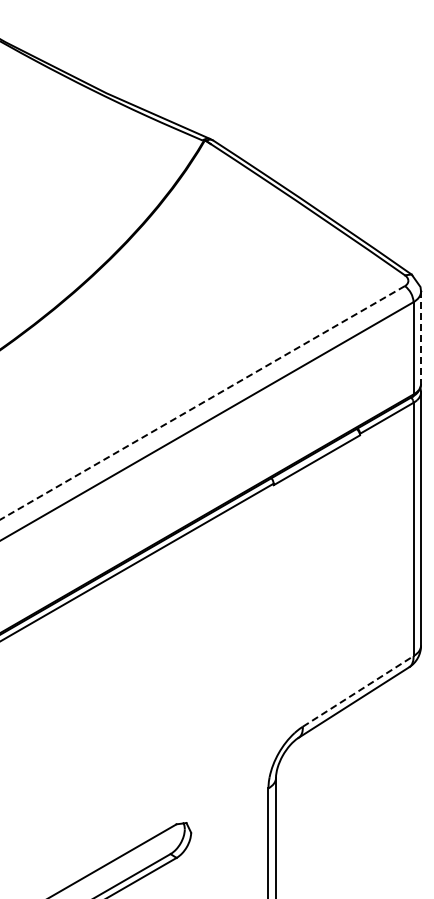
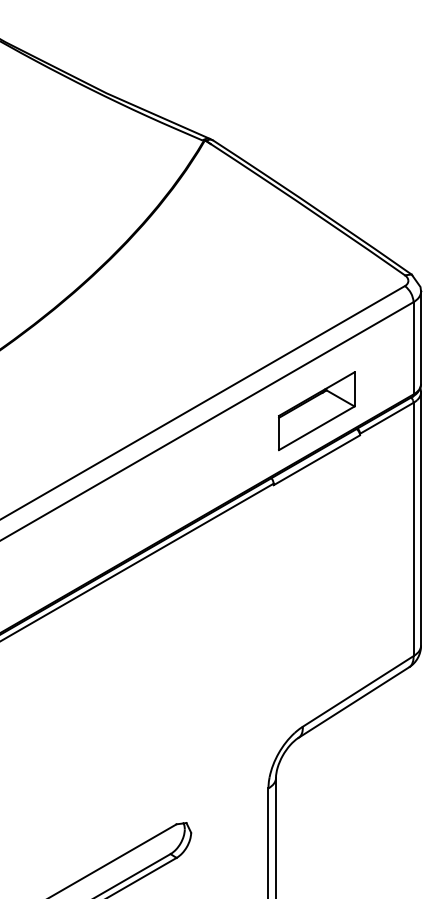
line at (421, 338): dashed -> solid
line at (202, 403): dashed -> solid
part at (316, 411): none -> present
line at (358, 691): dashed -> solid
